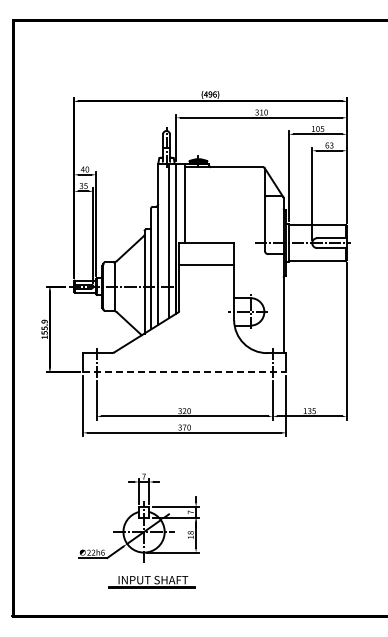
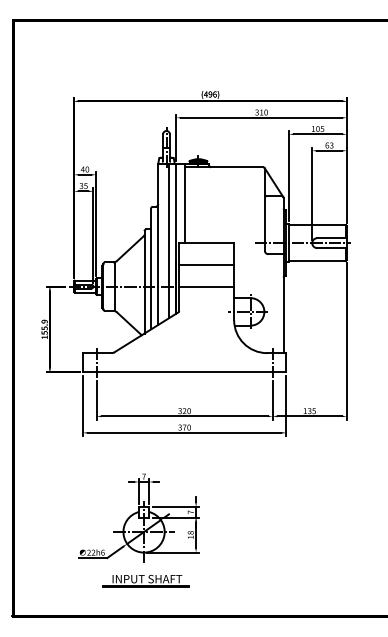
line at (206, 287): none -> present
line at (184, 372): dashed -> solid
part at (151, 581) position: (151, 581) -> (145, 580)
